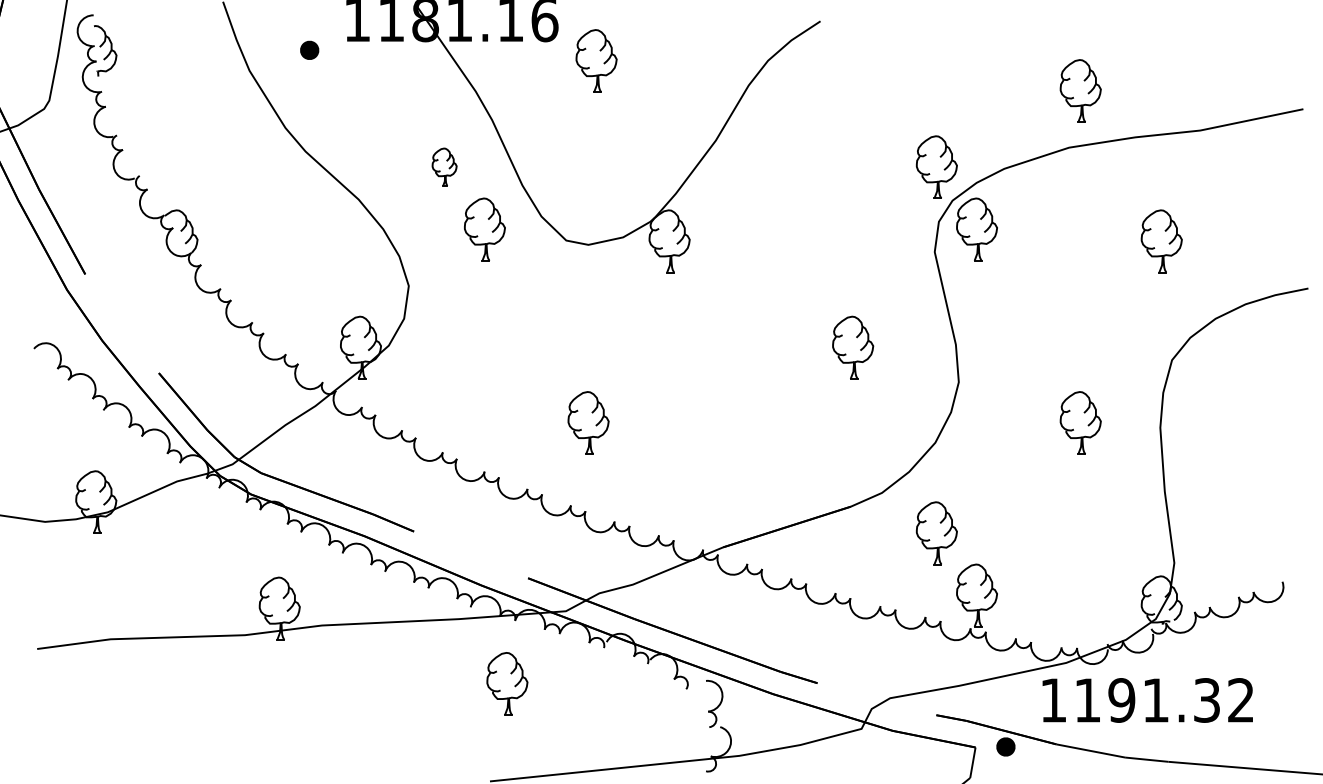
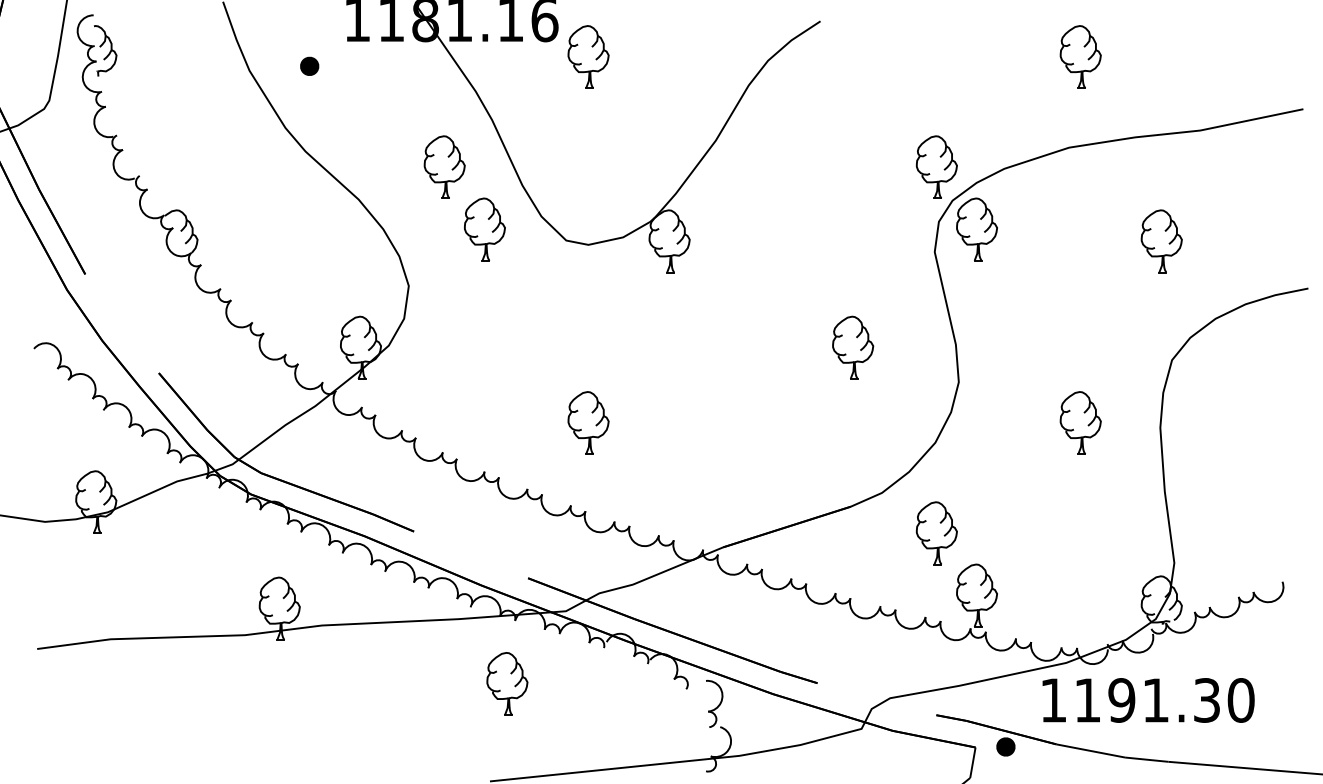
part at (309, 49) position: (309, 49) -> (309, 65)
part at (596, 60) position: (596, 60) -> (588, 56)
part at (1080, 90) position: (1080, 90) -> (1080, 56)
part at (444, 166) size: 27x40 px -> 43x64 px
text at (1240, 700): 1191.32 -> 1191.30
